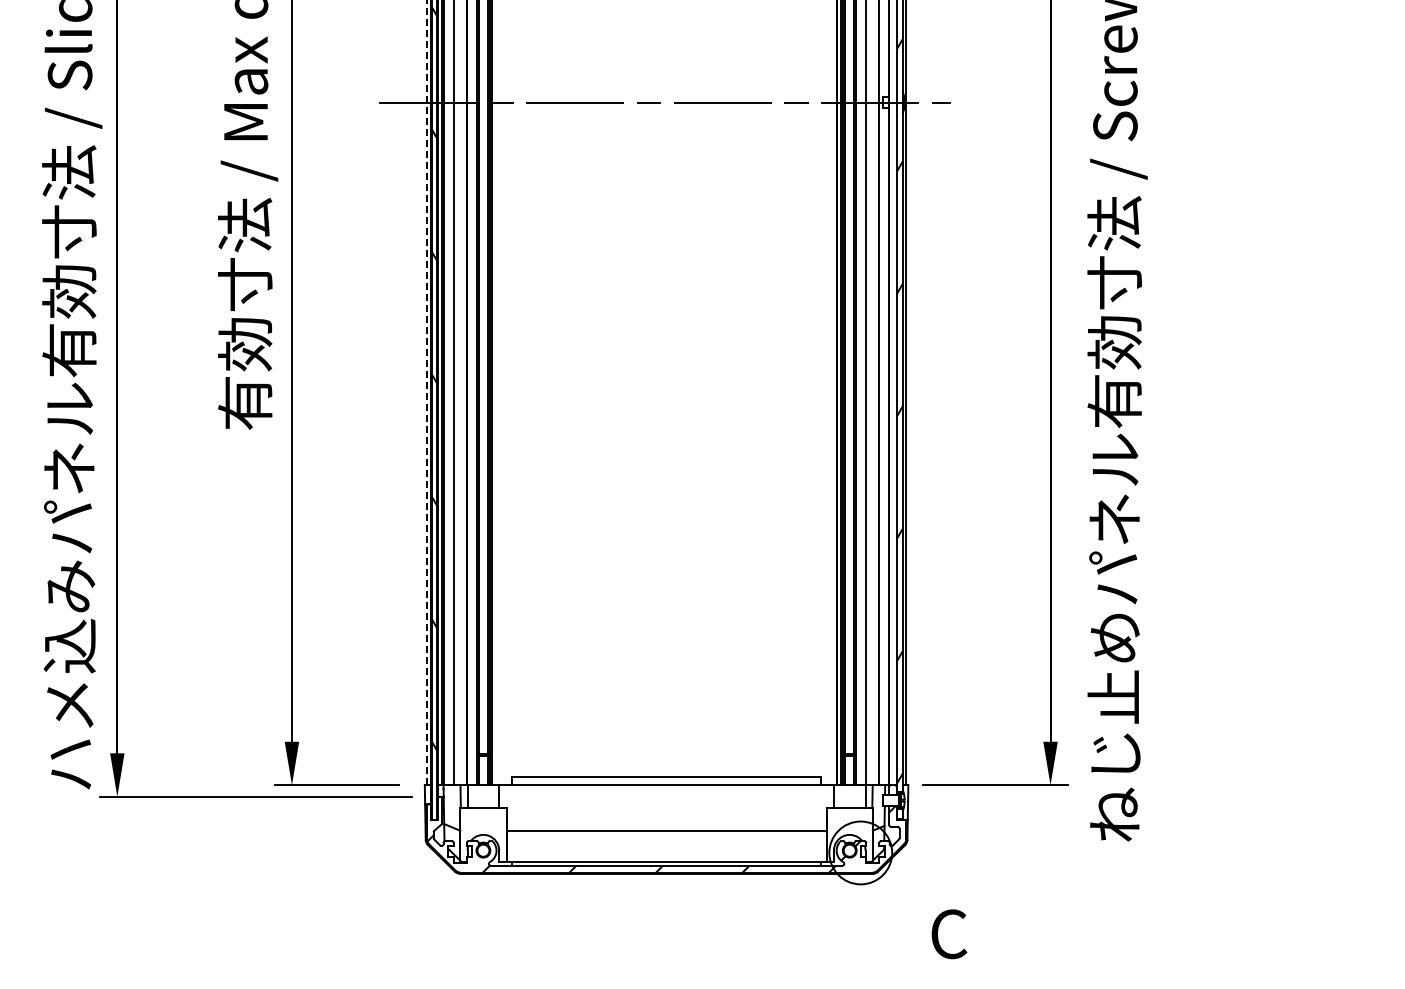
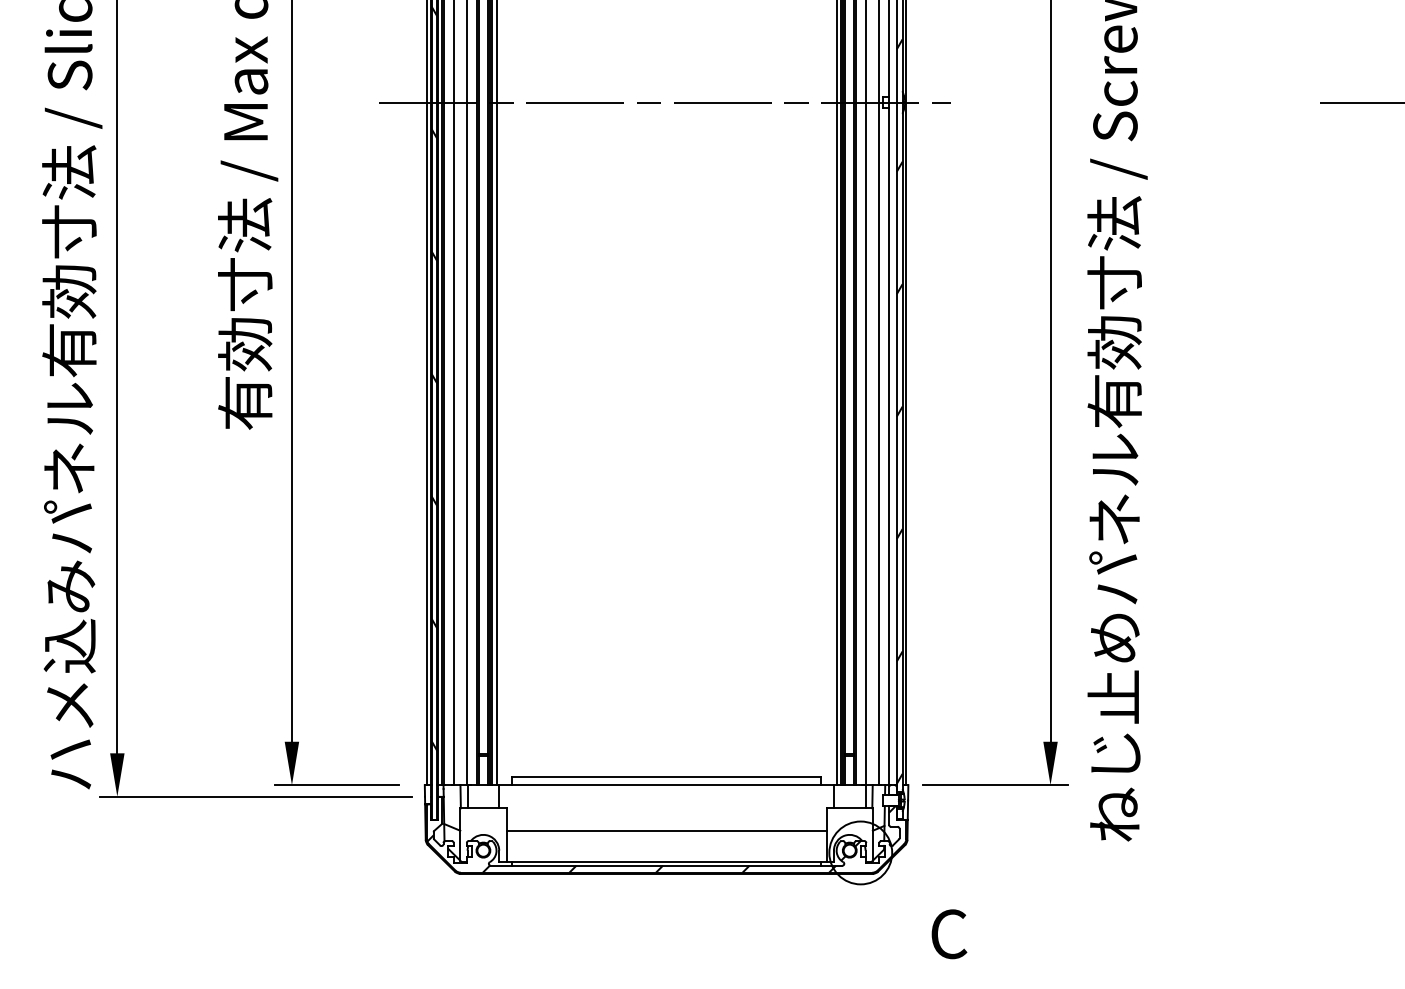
line at (1360, 102): none -> present
line at (426, 392): dashed -> solid
line at (496, 393): none -> present
